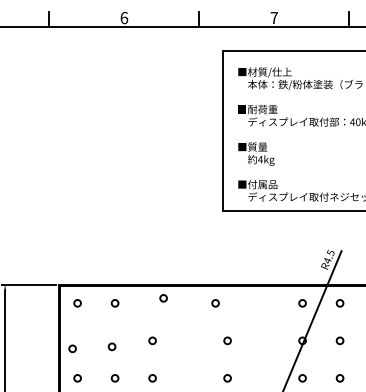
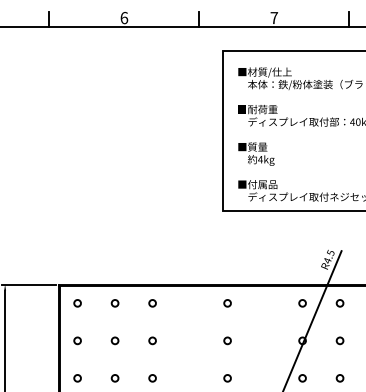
circle at (163, 298) position: (163, 298) -> (152, 303)
circle at (215, 303) position: (215, 303) -> (227, 303)
circle at (111, 346) position: (111, 346) -> (114, 340)
circle at (72, 348) position: (72, 348) -> (77, 340)
